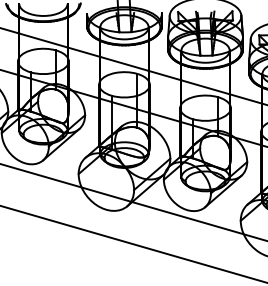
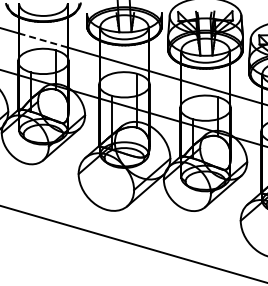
line at (42, 40): solid -> dashed
line at (133, 202): present -> none
